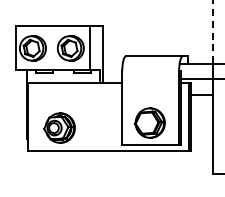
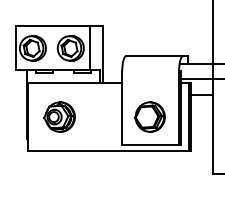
line at (213, 31): dashed -> solid
part at (149, 122) position: (149, 122) -> (149, 116)
part at (59, 127) position: (59, 127) -> (59, 116)
